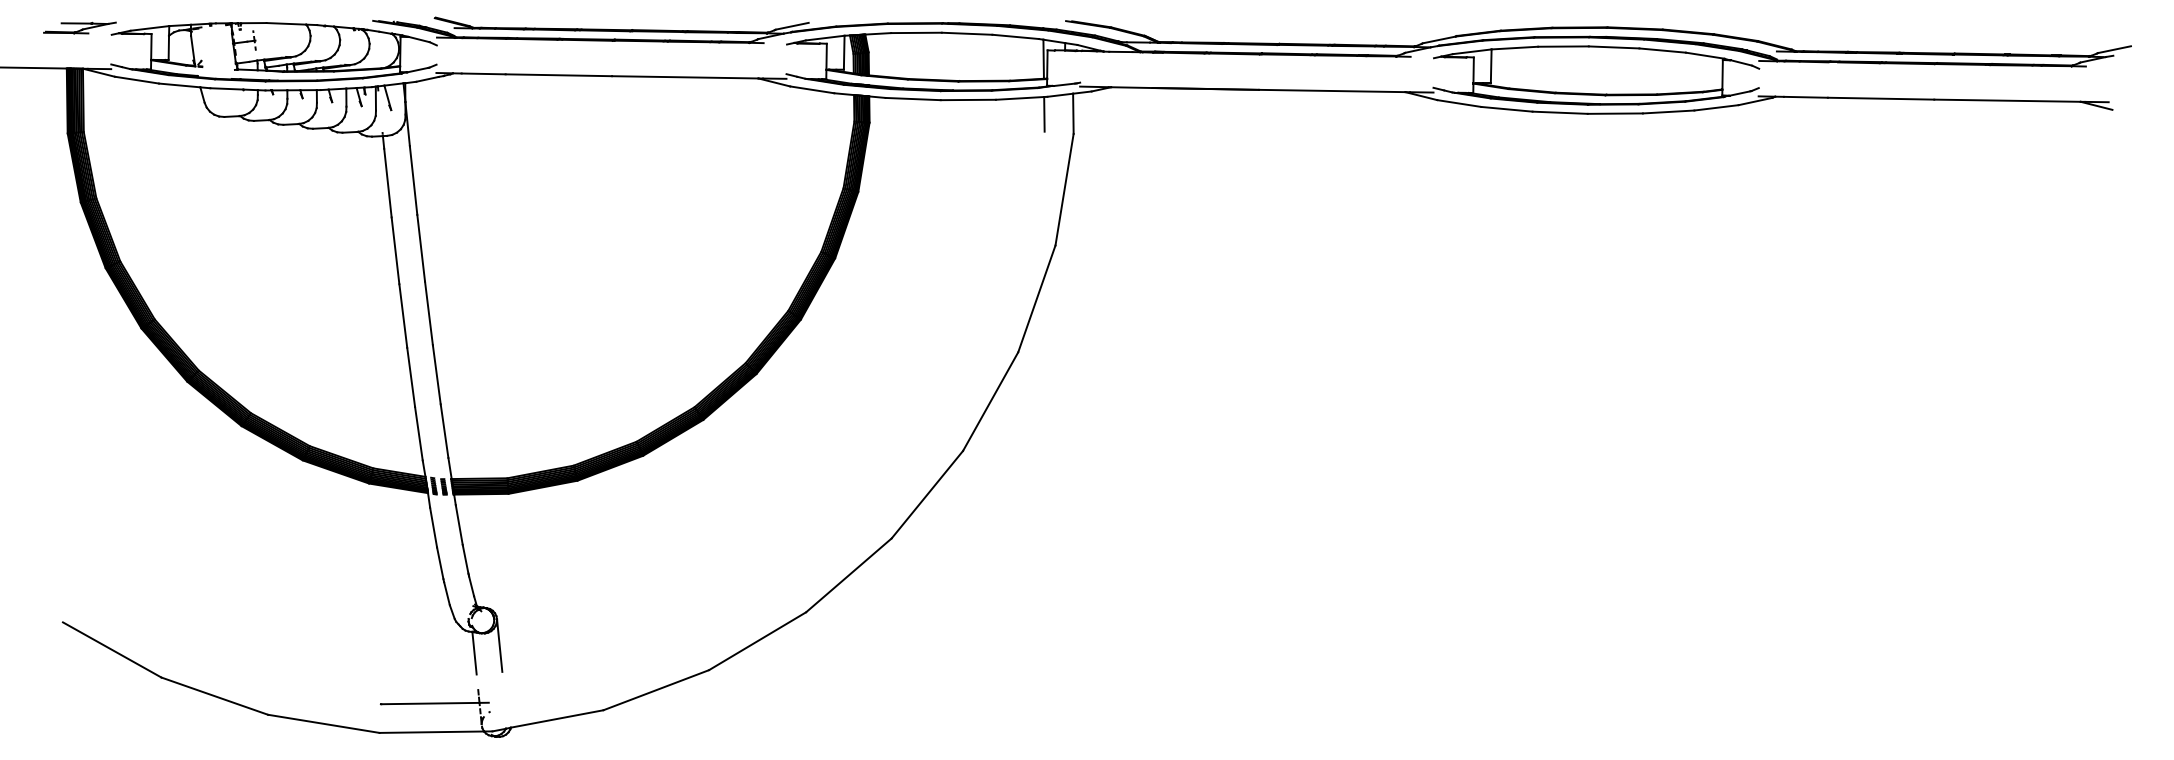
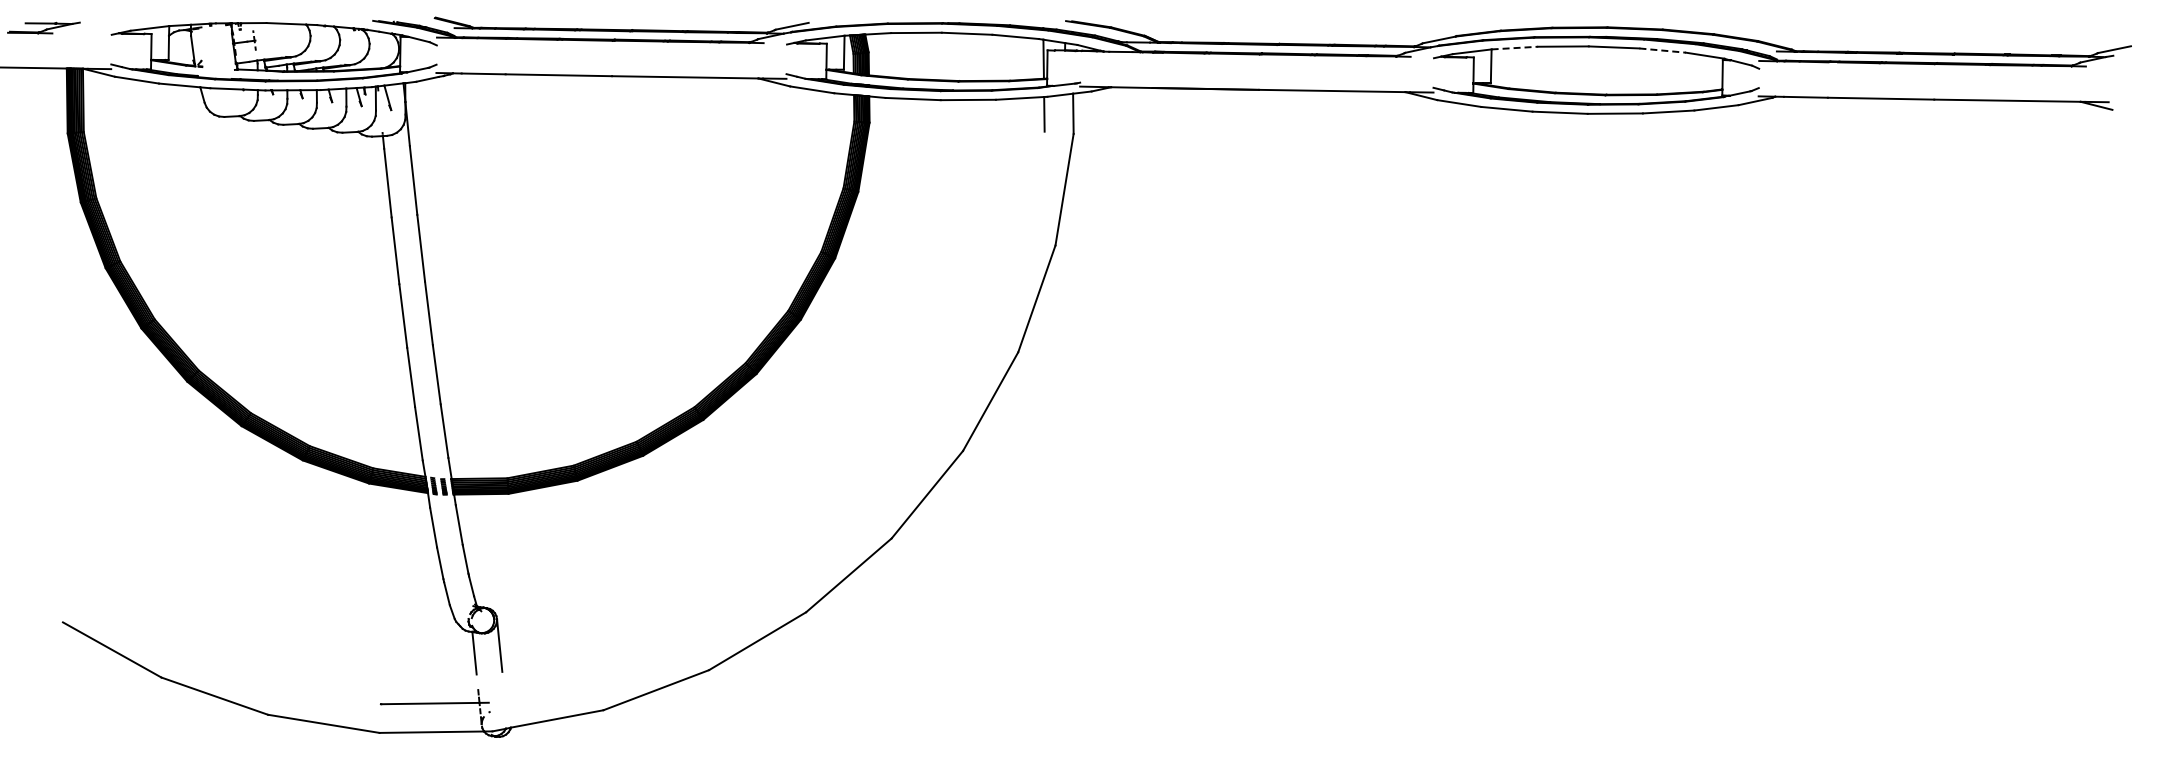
part at (79, 27) position: (79, 27) -> (43, 27)
line at (1515, 48): solid -> dashed
line at (1663, 50): solid -> dashed
